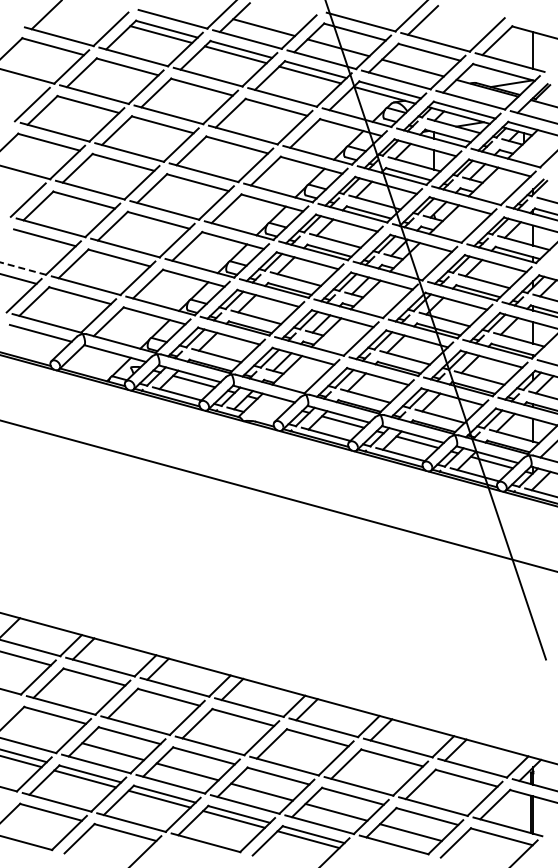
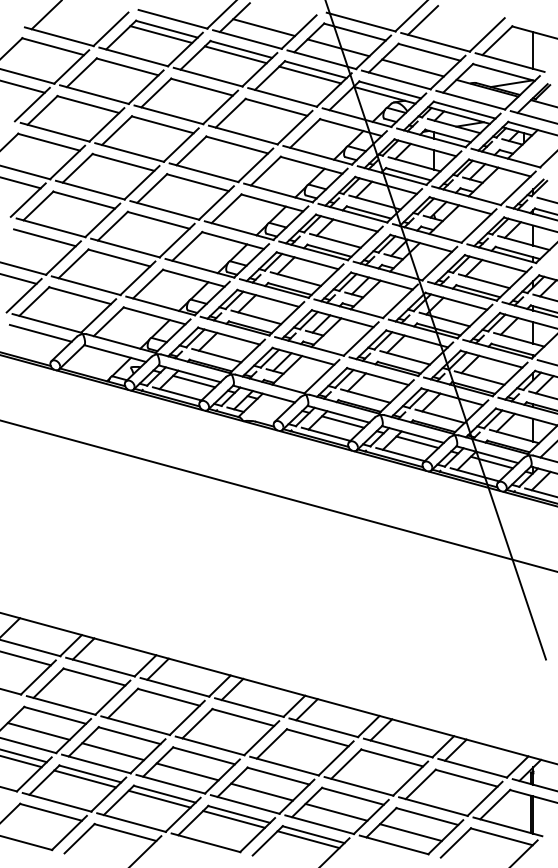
line at (23, 86): none -> present
line at (21, 182): none -> present
line at (23, 268): dashed -> solid
line at (38, 731): none -> present
